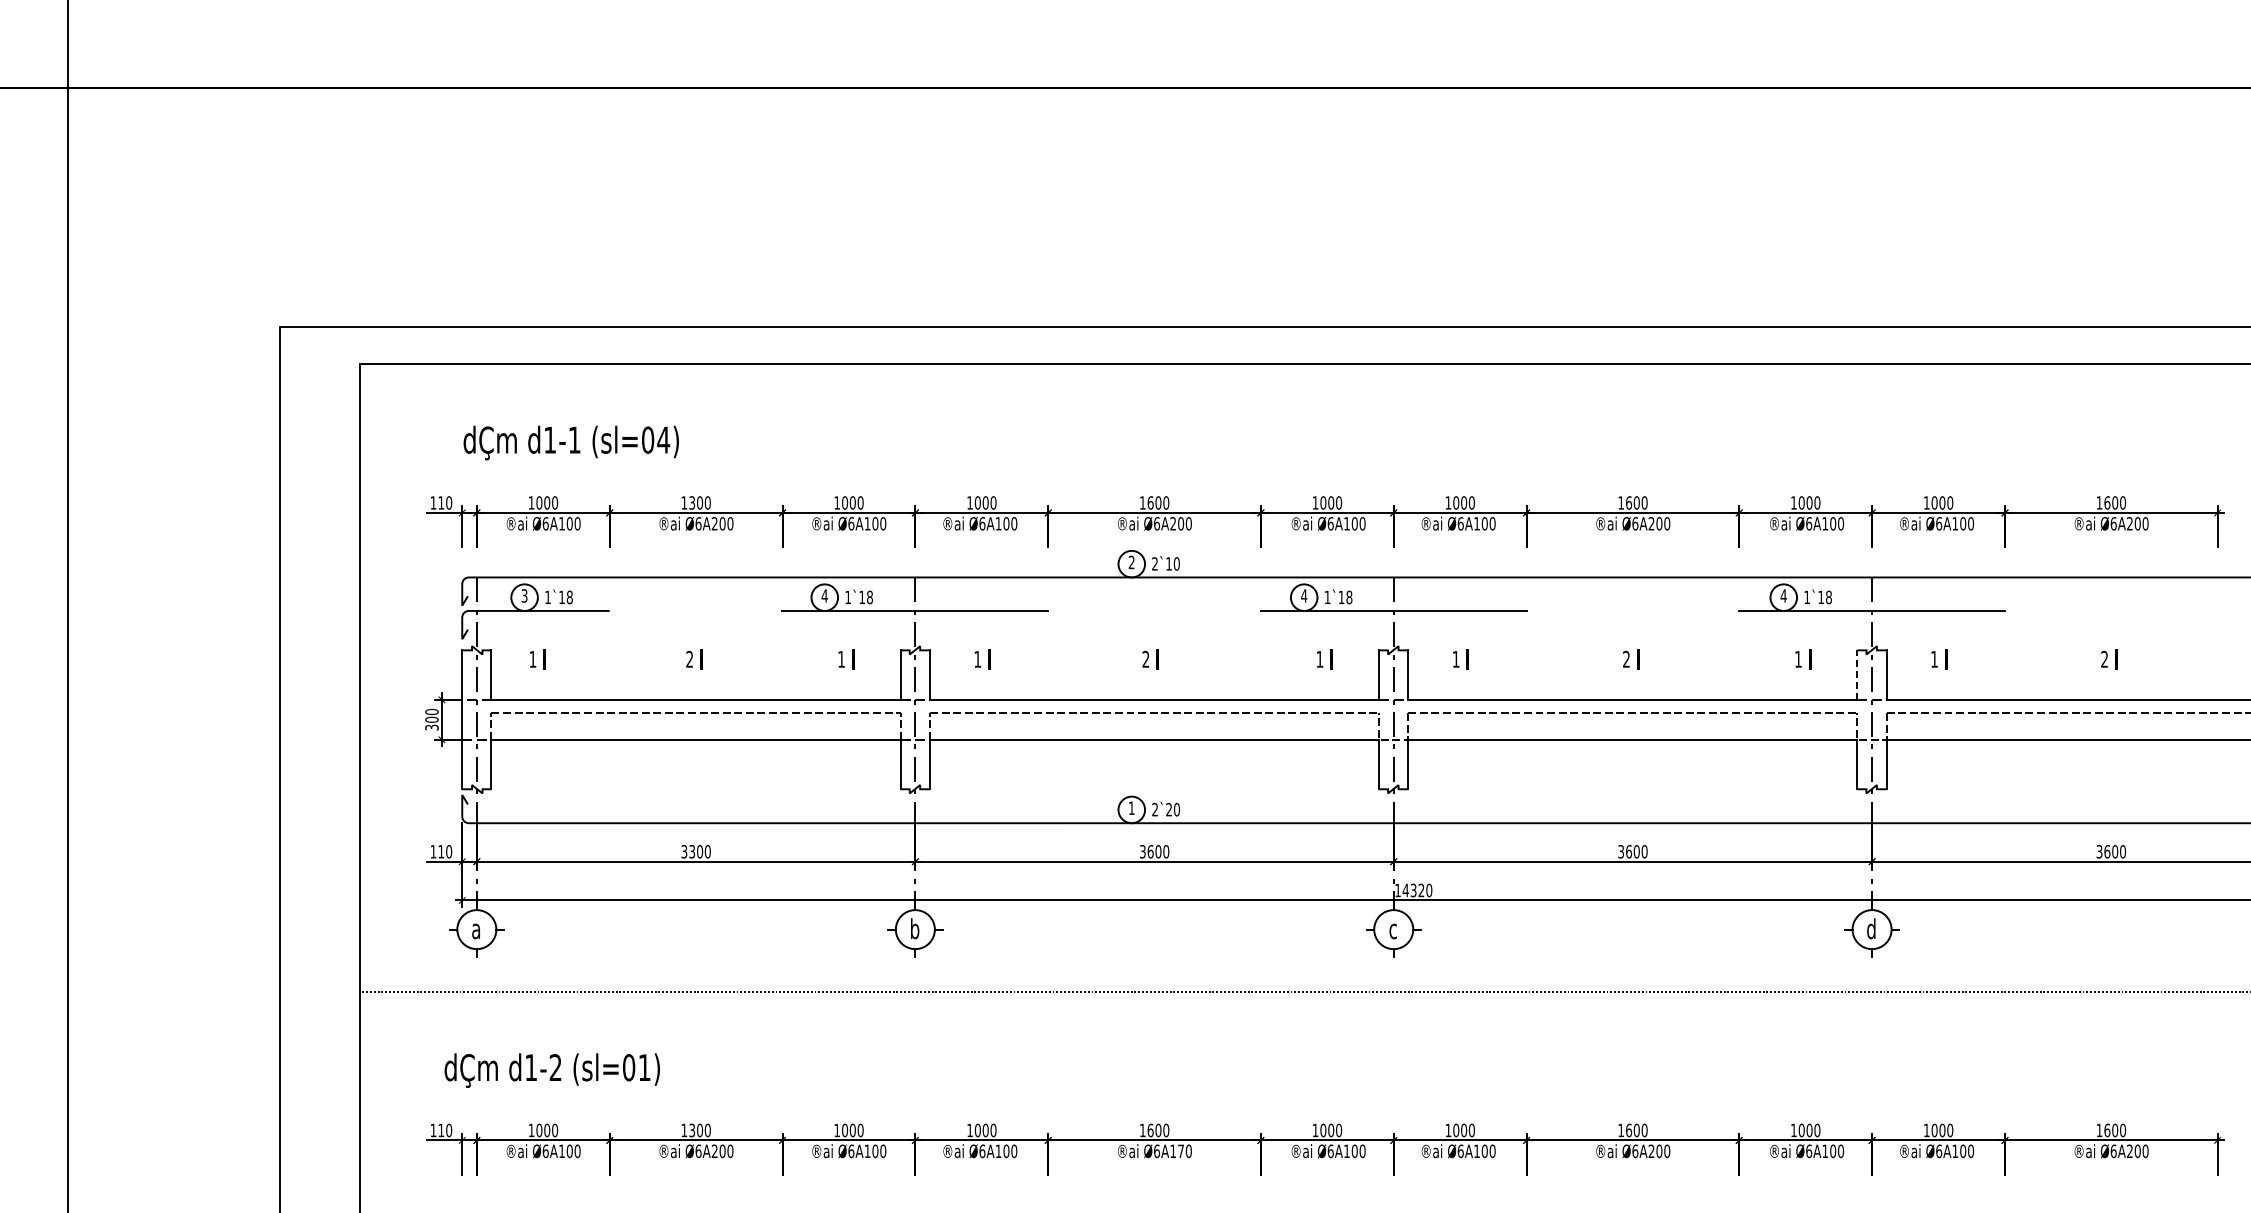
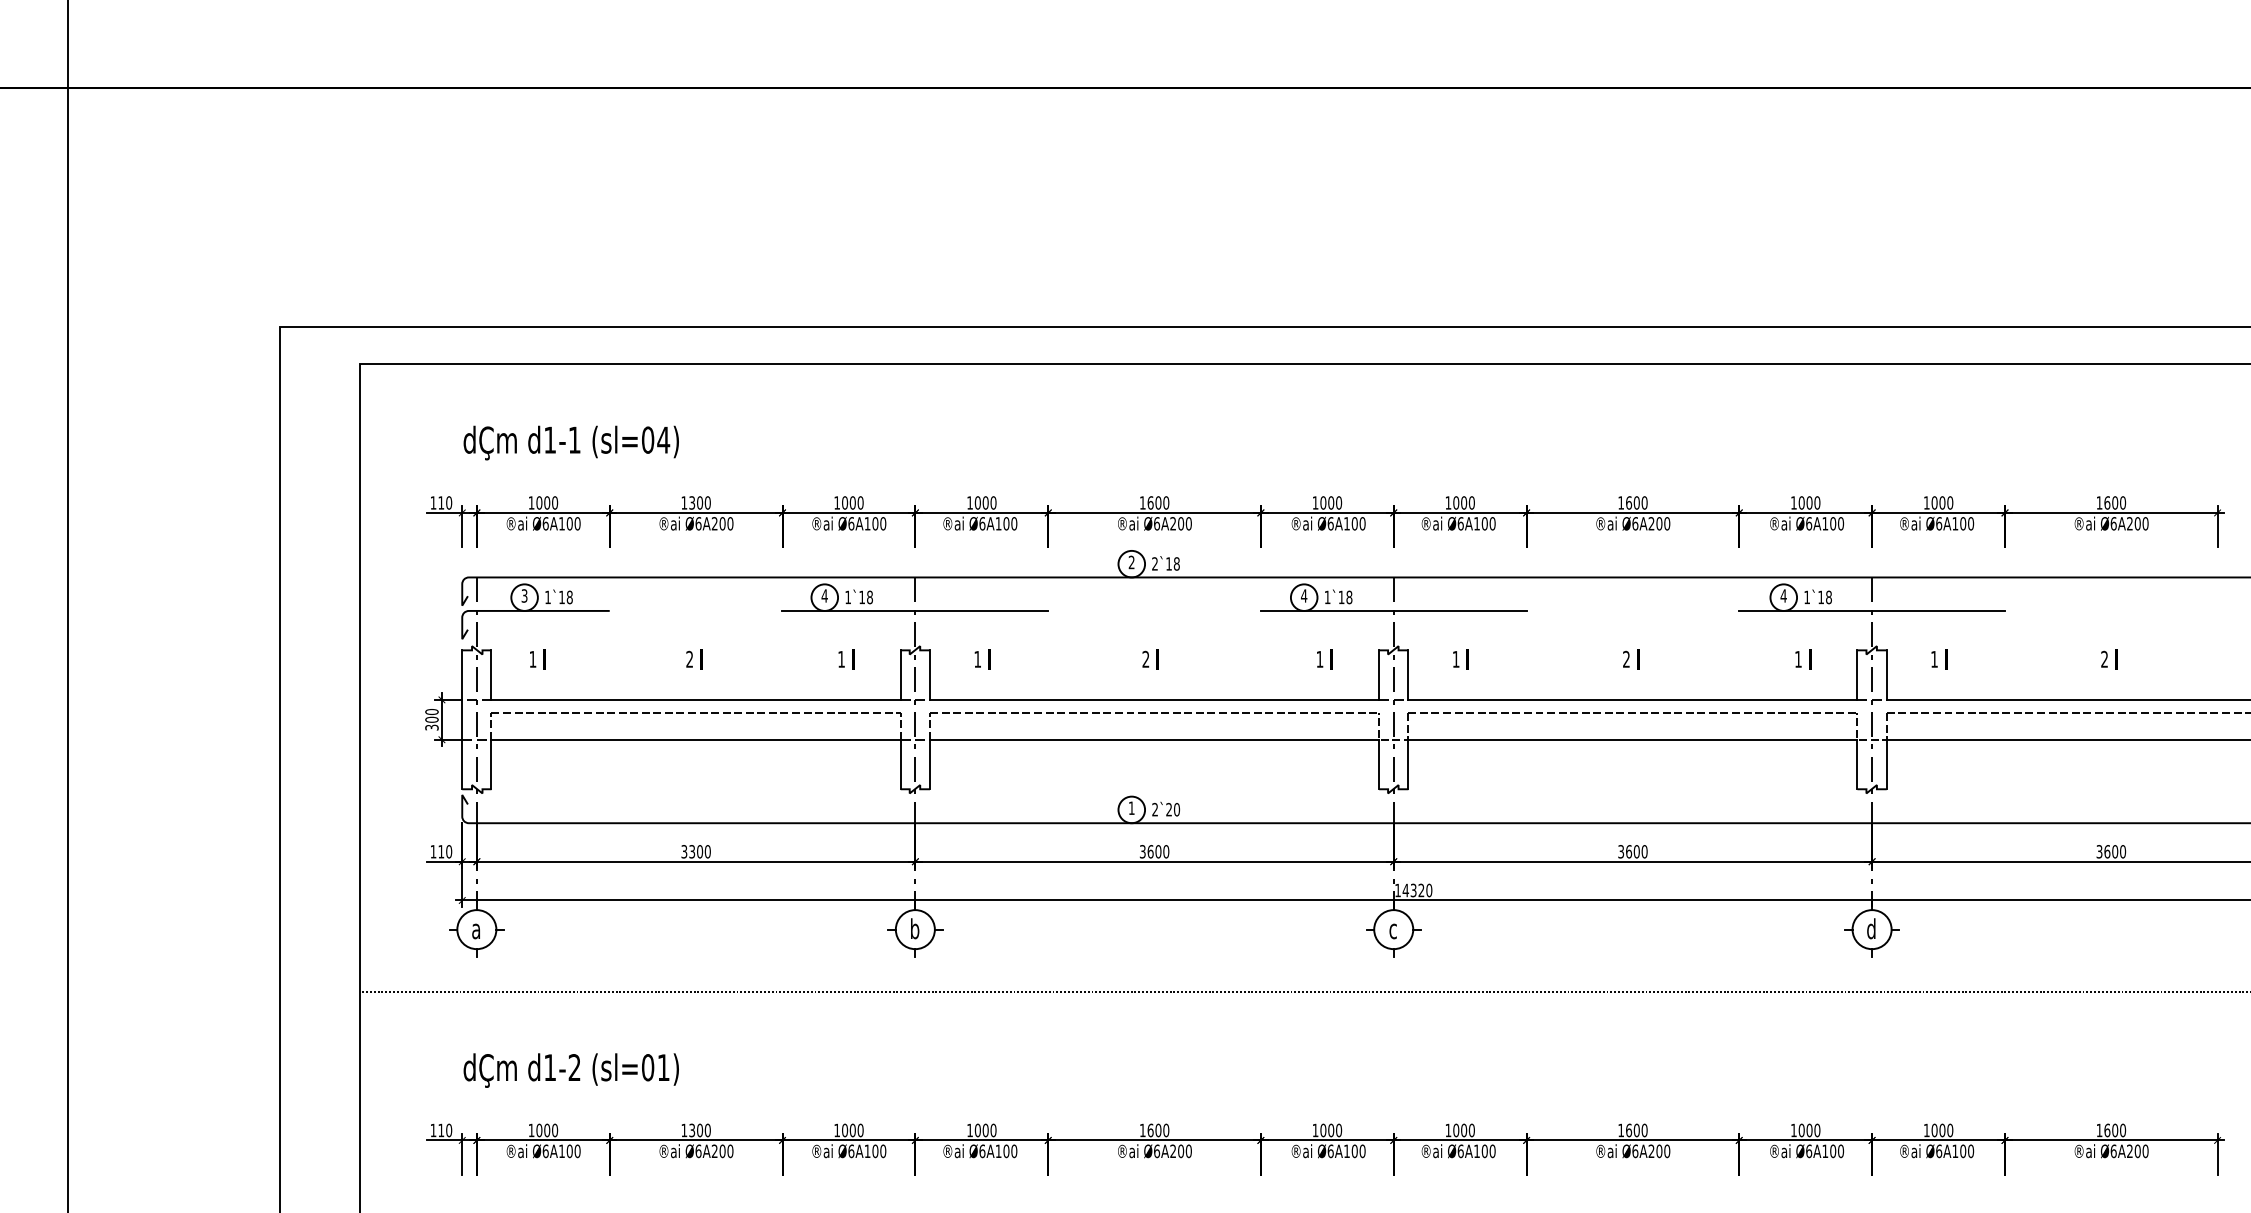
text at (1176, 563): 2`10 -> 2`18
line at (1857, 675): dashed -> solid
text at (551, 1070) position: (551, 1070) -> (570, 1070)
text at (1177, 1151): Ø6A170 -> Ø6A200
